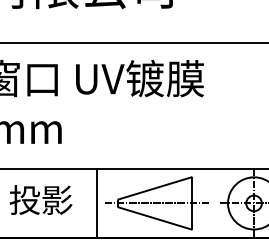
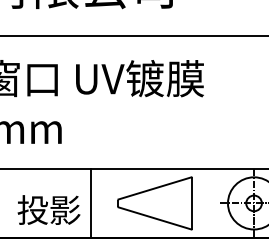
line at (133, 43) position: (133, 43) -> (133, 36)
text at (40, 199) position: (40, 199) -> (48, 209)
line at (97, 203) position: (97, 203) -> (91, 203)
line at (156, 203): present -> none
